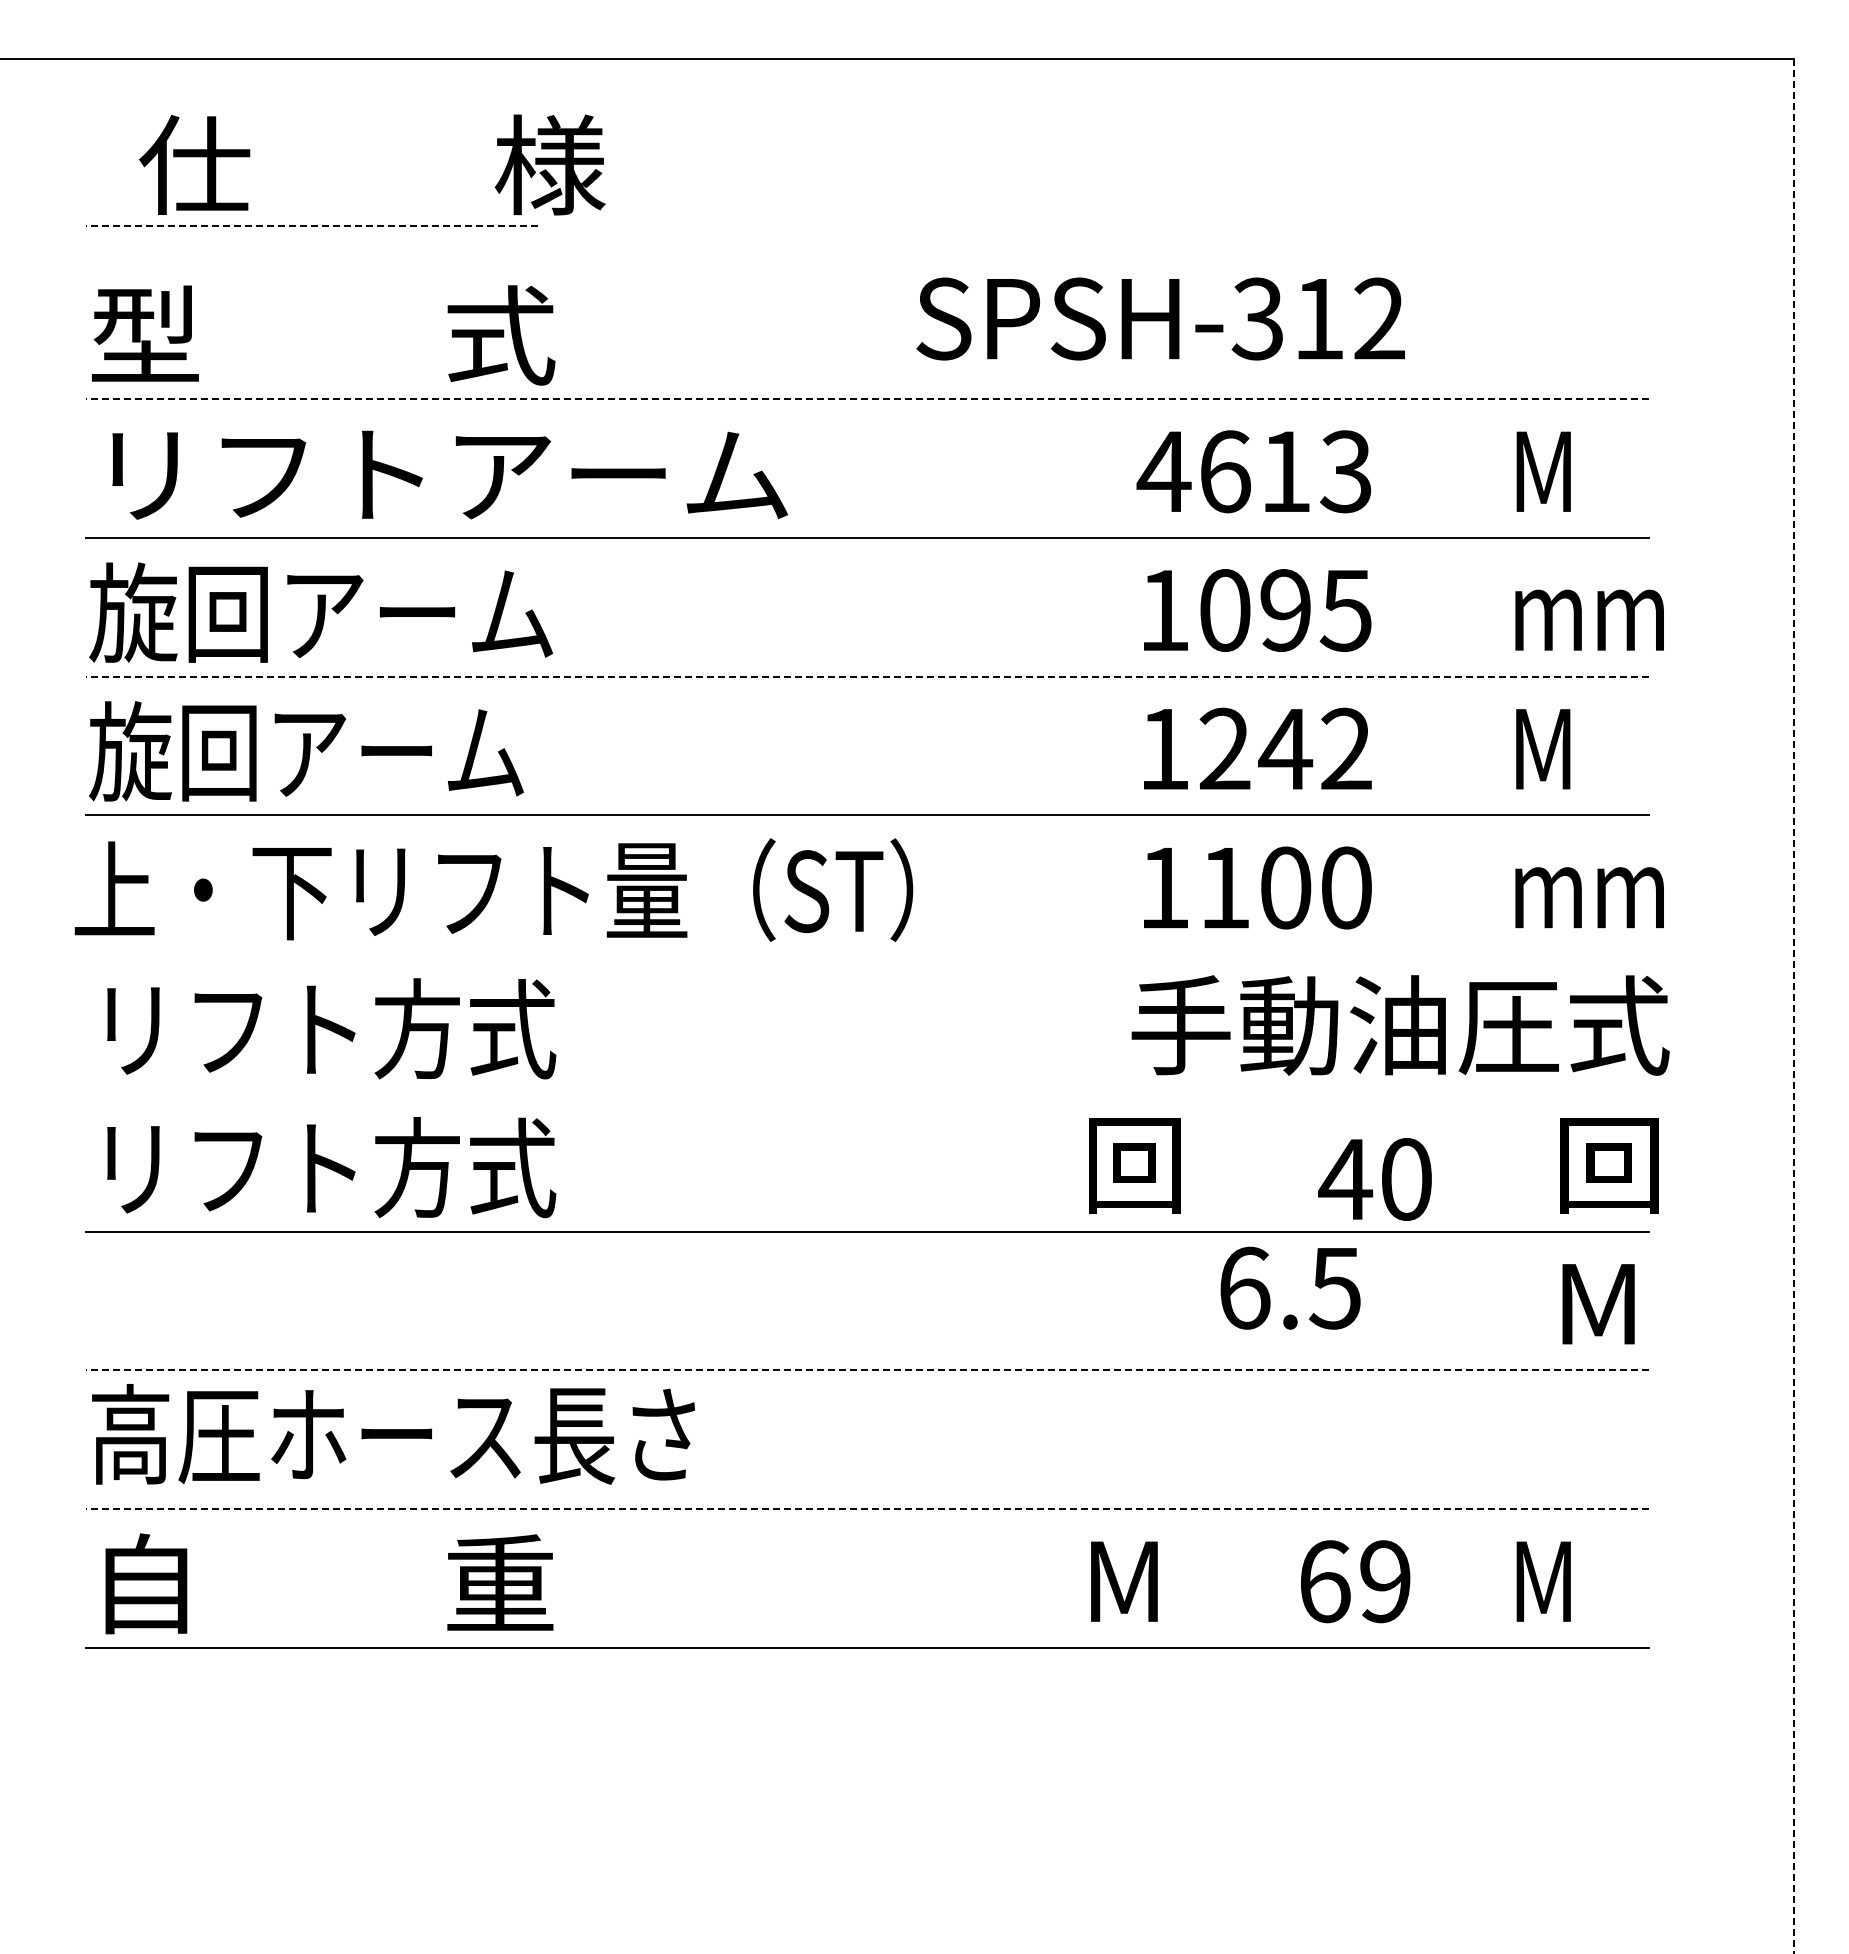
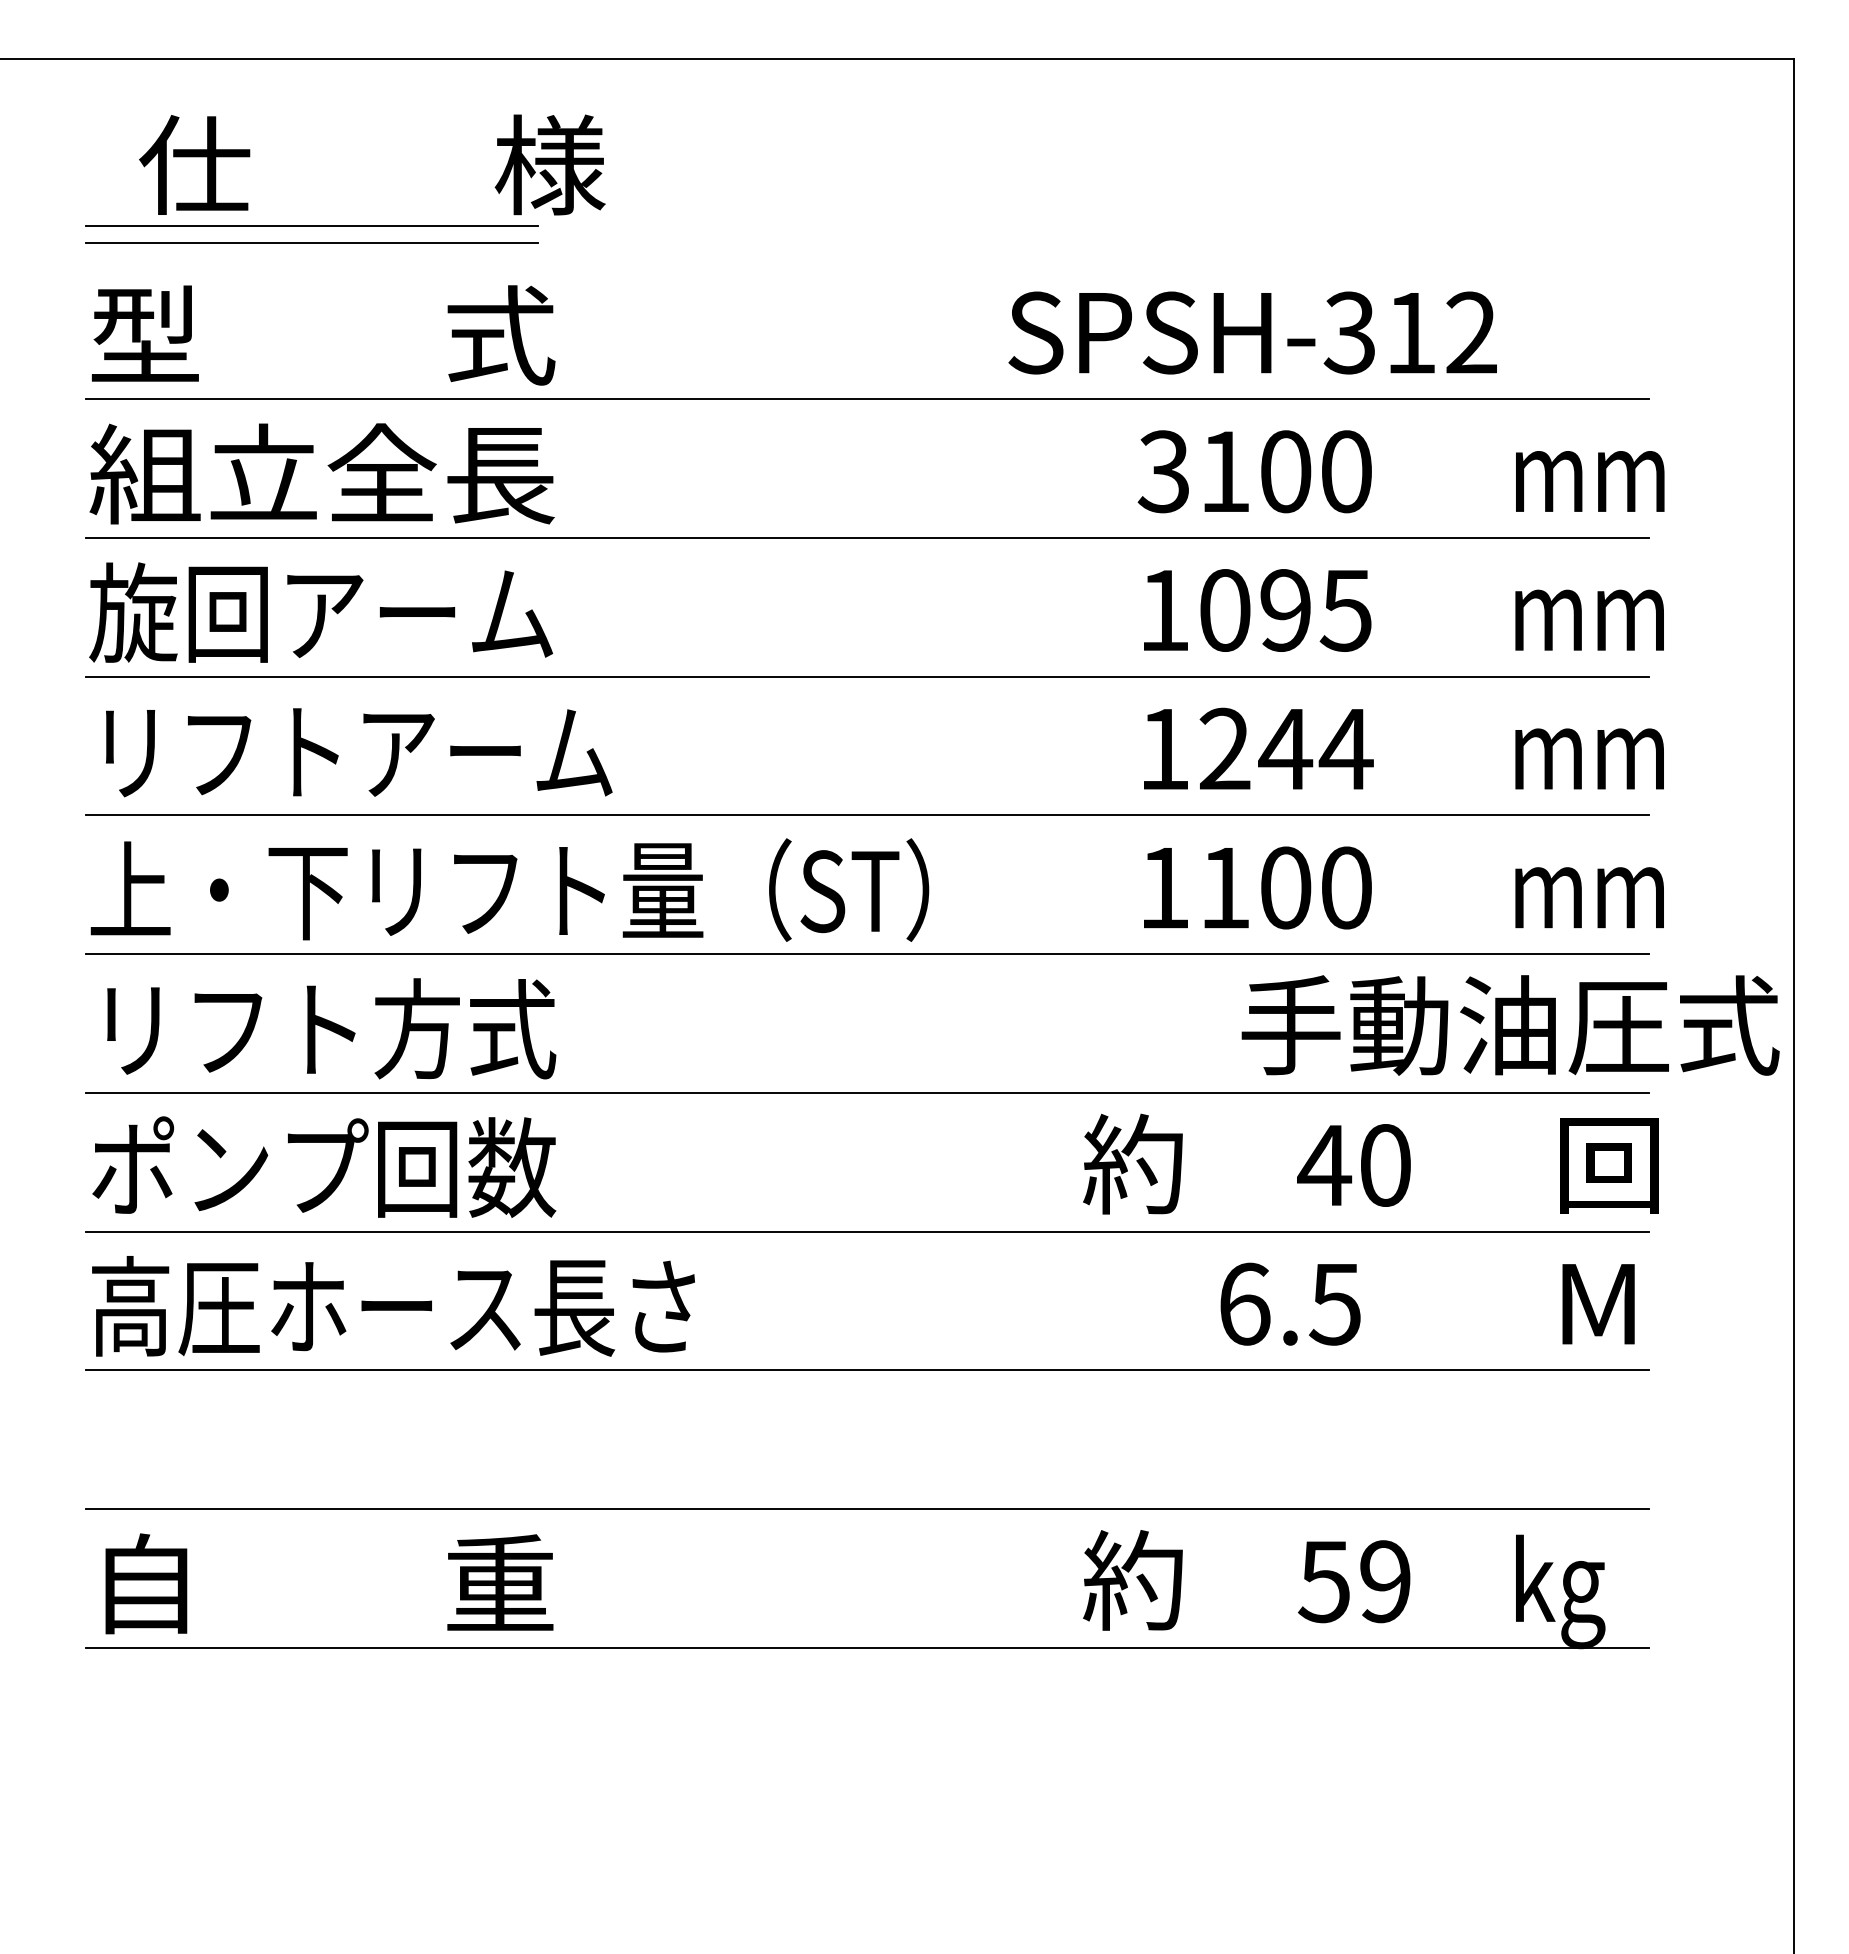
line at (312, 225): dashed -> solid
line at (312, 243): none -> present
text at (1160, 318) position: (1160, 318) -> (1252, 332)
line at (867, 399): dashed -> solid
text at (1253, 471): 4613 -> 3100
text at (1590, 471): M -> mm
text at (438, 473): リフトアーム -> 組立全長
line at (867, 676): dashed -> solid
text at (1345, 748): 1242 -> 1244
text at (1589, 749): M -> mm
text at (350, 751): 旋回アーム -> リフトアーム
text at (493, 889) position: (493, 889) -> (509, 889)
line at (867, 954): none -> present
line at (1793, 1006): dashed -> solid
text at (1400, 1025) position: (1400, 1025) -> (1510, 1025)
line at (867, 1092): none -> present
text at (1132, 1163): 回 -> 約
text at (324, 1167): リフト方式 -> ポンプ回数
text at (1374, 1179) position: (1374, 1179) -> (1353, 1165)
text at (1290, 1287) position: (1290, 1287) -> (1290, 1303)
line at (867, 1370): dashed -> solid
text at (393, 1434) position: (393, 1434) -> (393, 1306)
line at (867, 1509): dashed -> solid
text at (1132, 1580): M -> 約
text at (1324, 1581): 69 -> 59
text at (1560, 1591): M -> kg
